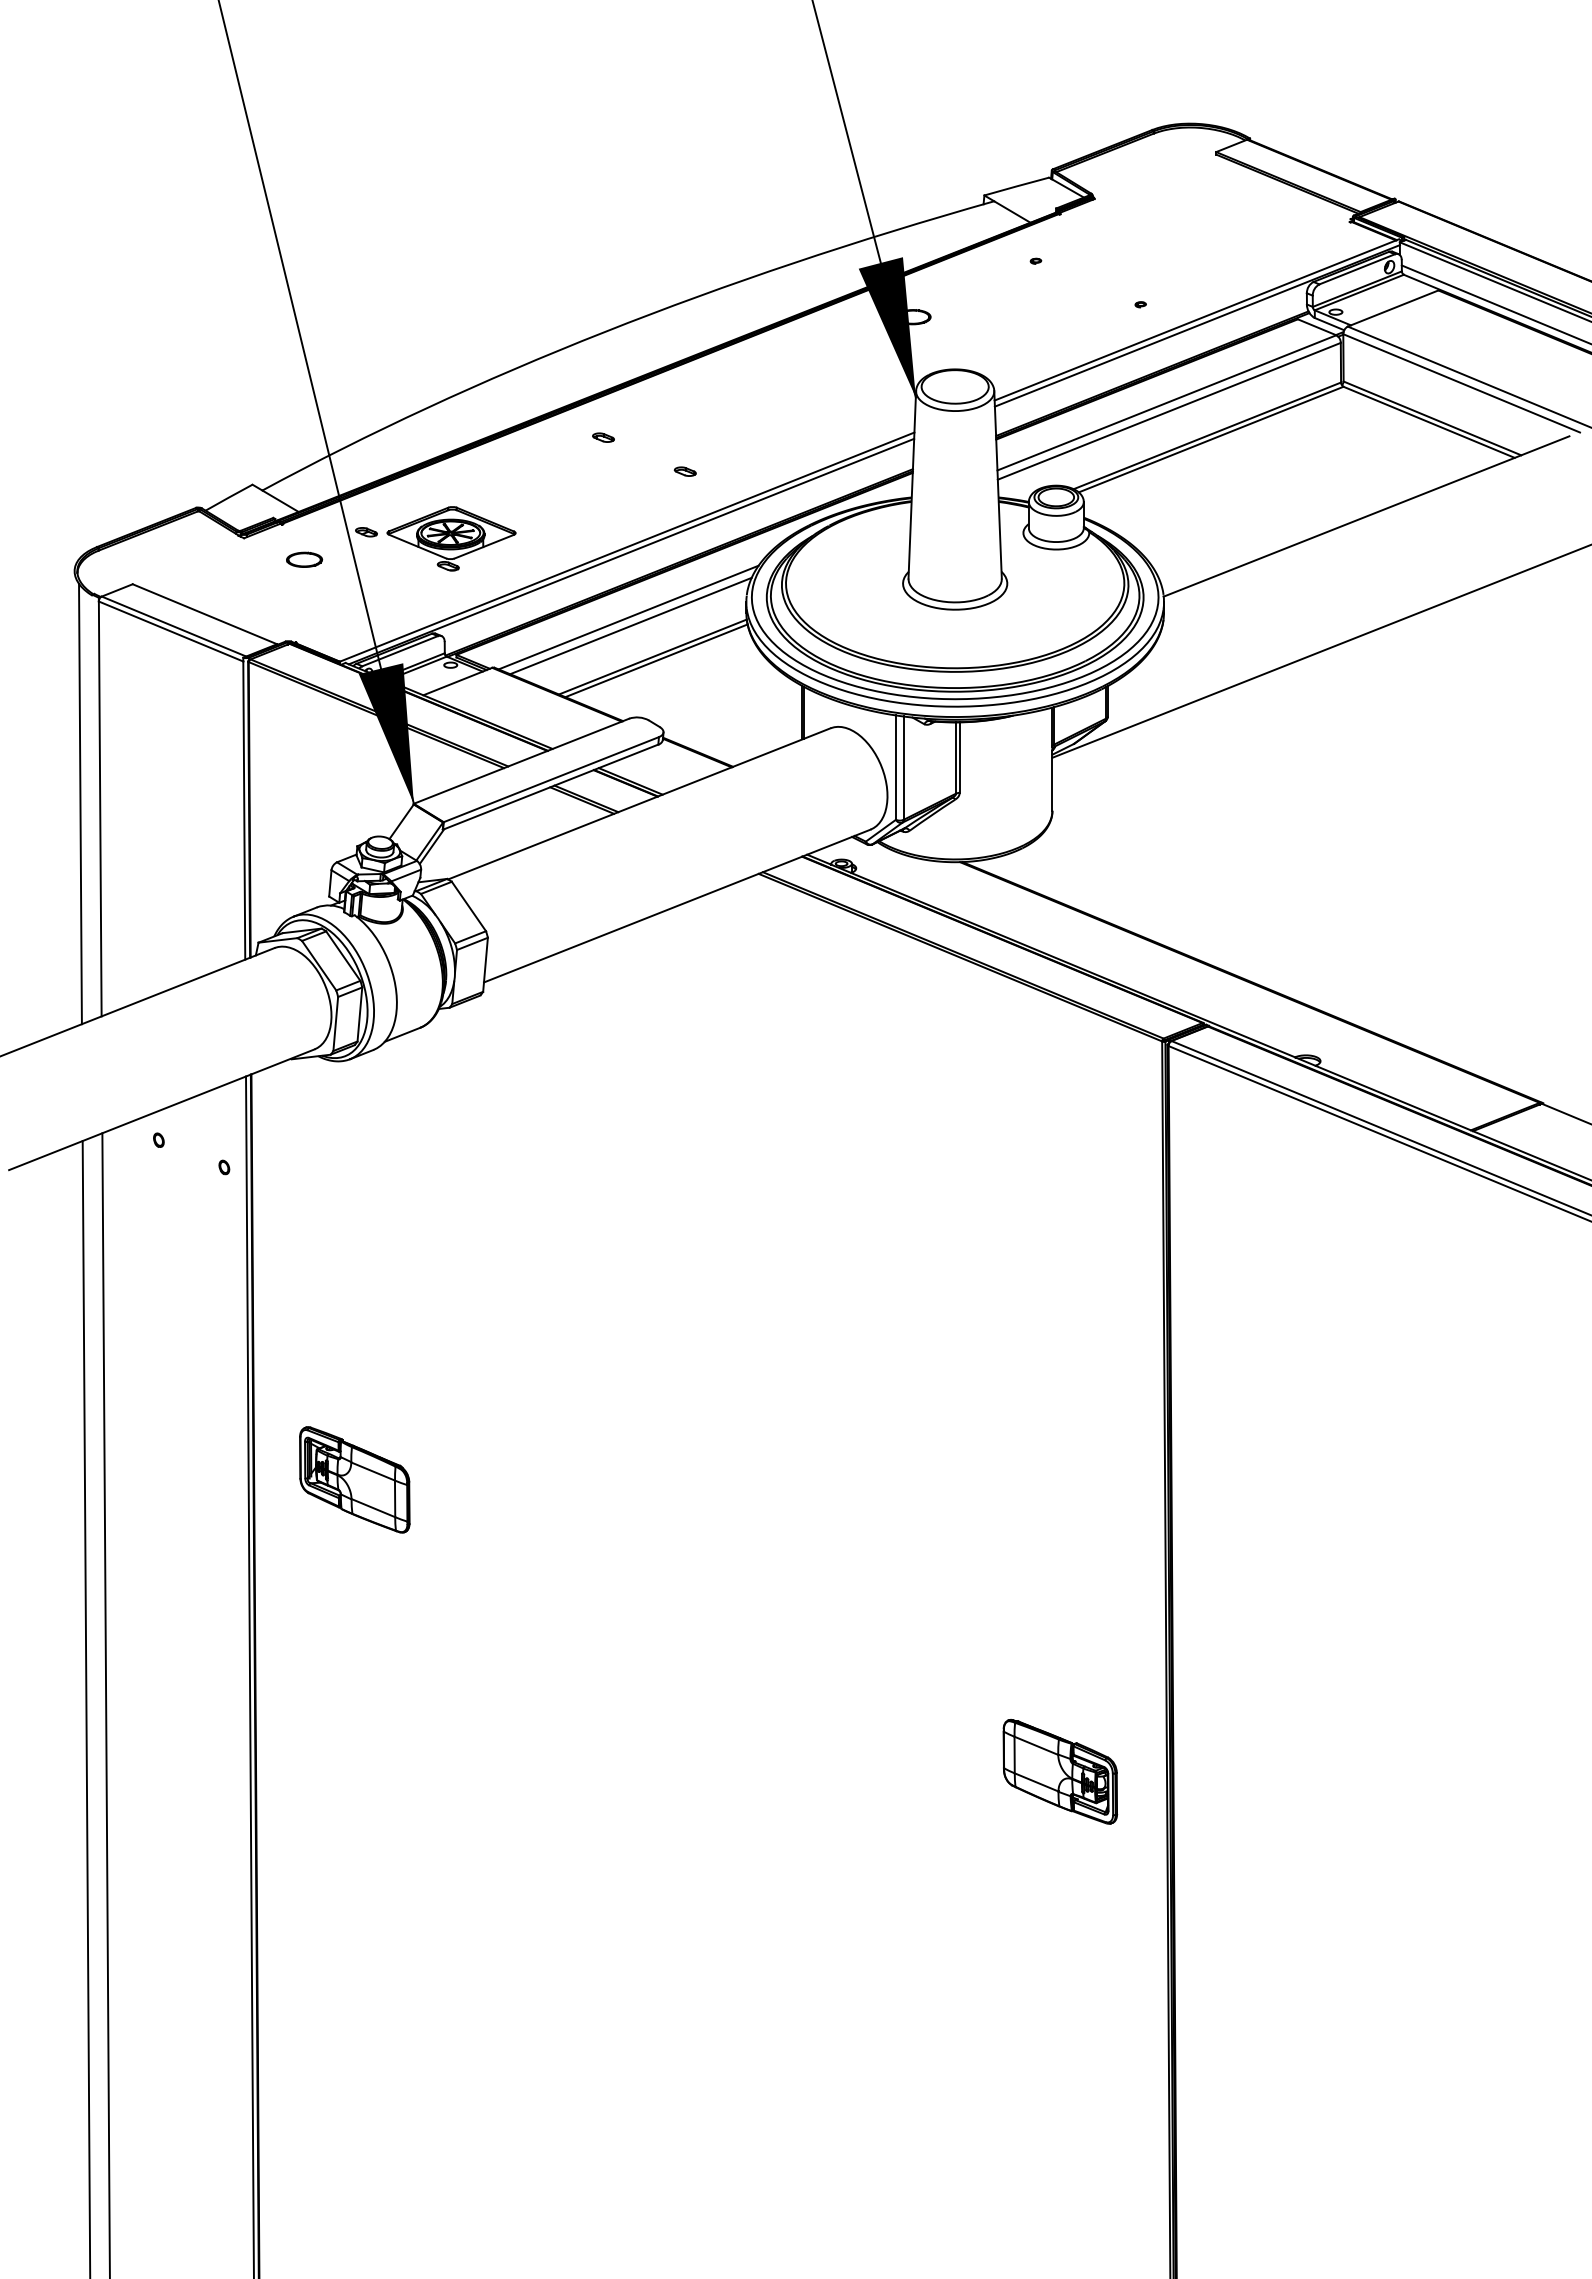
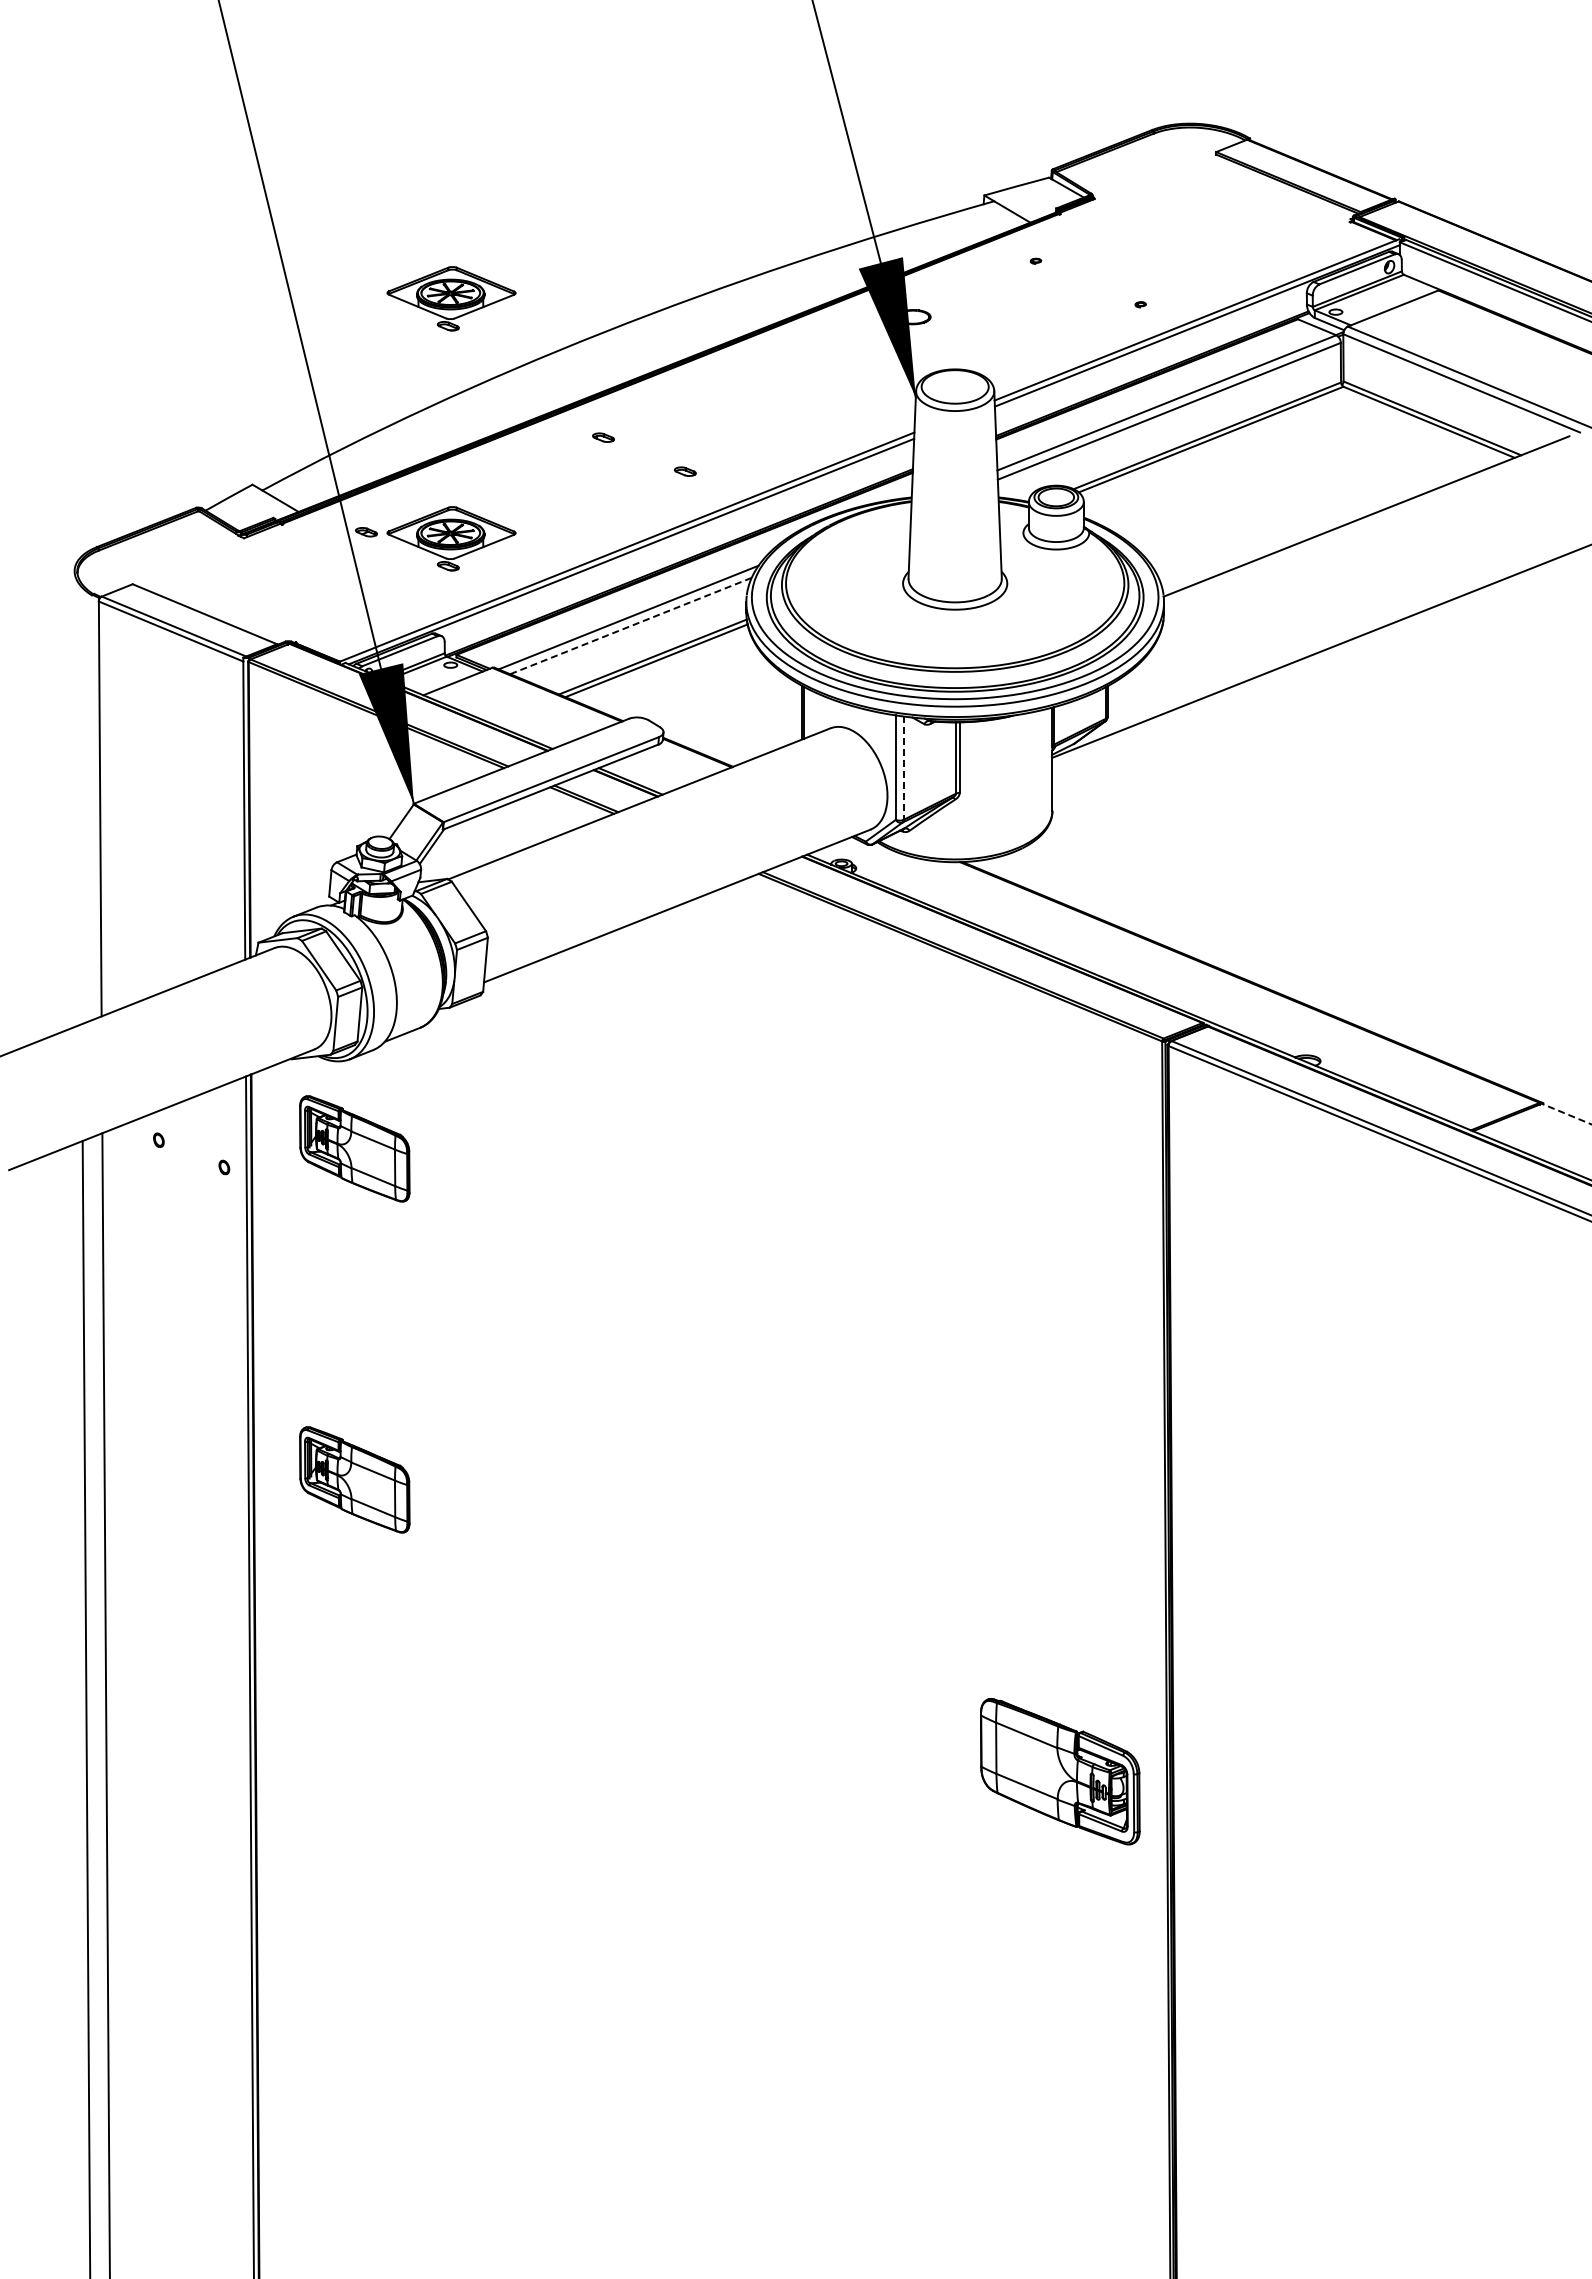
part at (451, 298): none -> present
line at (1494, 304): present -> none
part at (304, 559): present -> none
line at (630, 626): solid -> dashed
line at (903, 768): solid -> dashed
line at (80, 803): present -> none
line at (1566, 1114): solid -> dashed
part at (354, 1148): none -> present
part at (1060, 1771) size: 117x106 px -> 161x148 px
